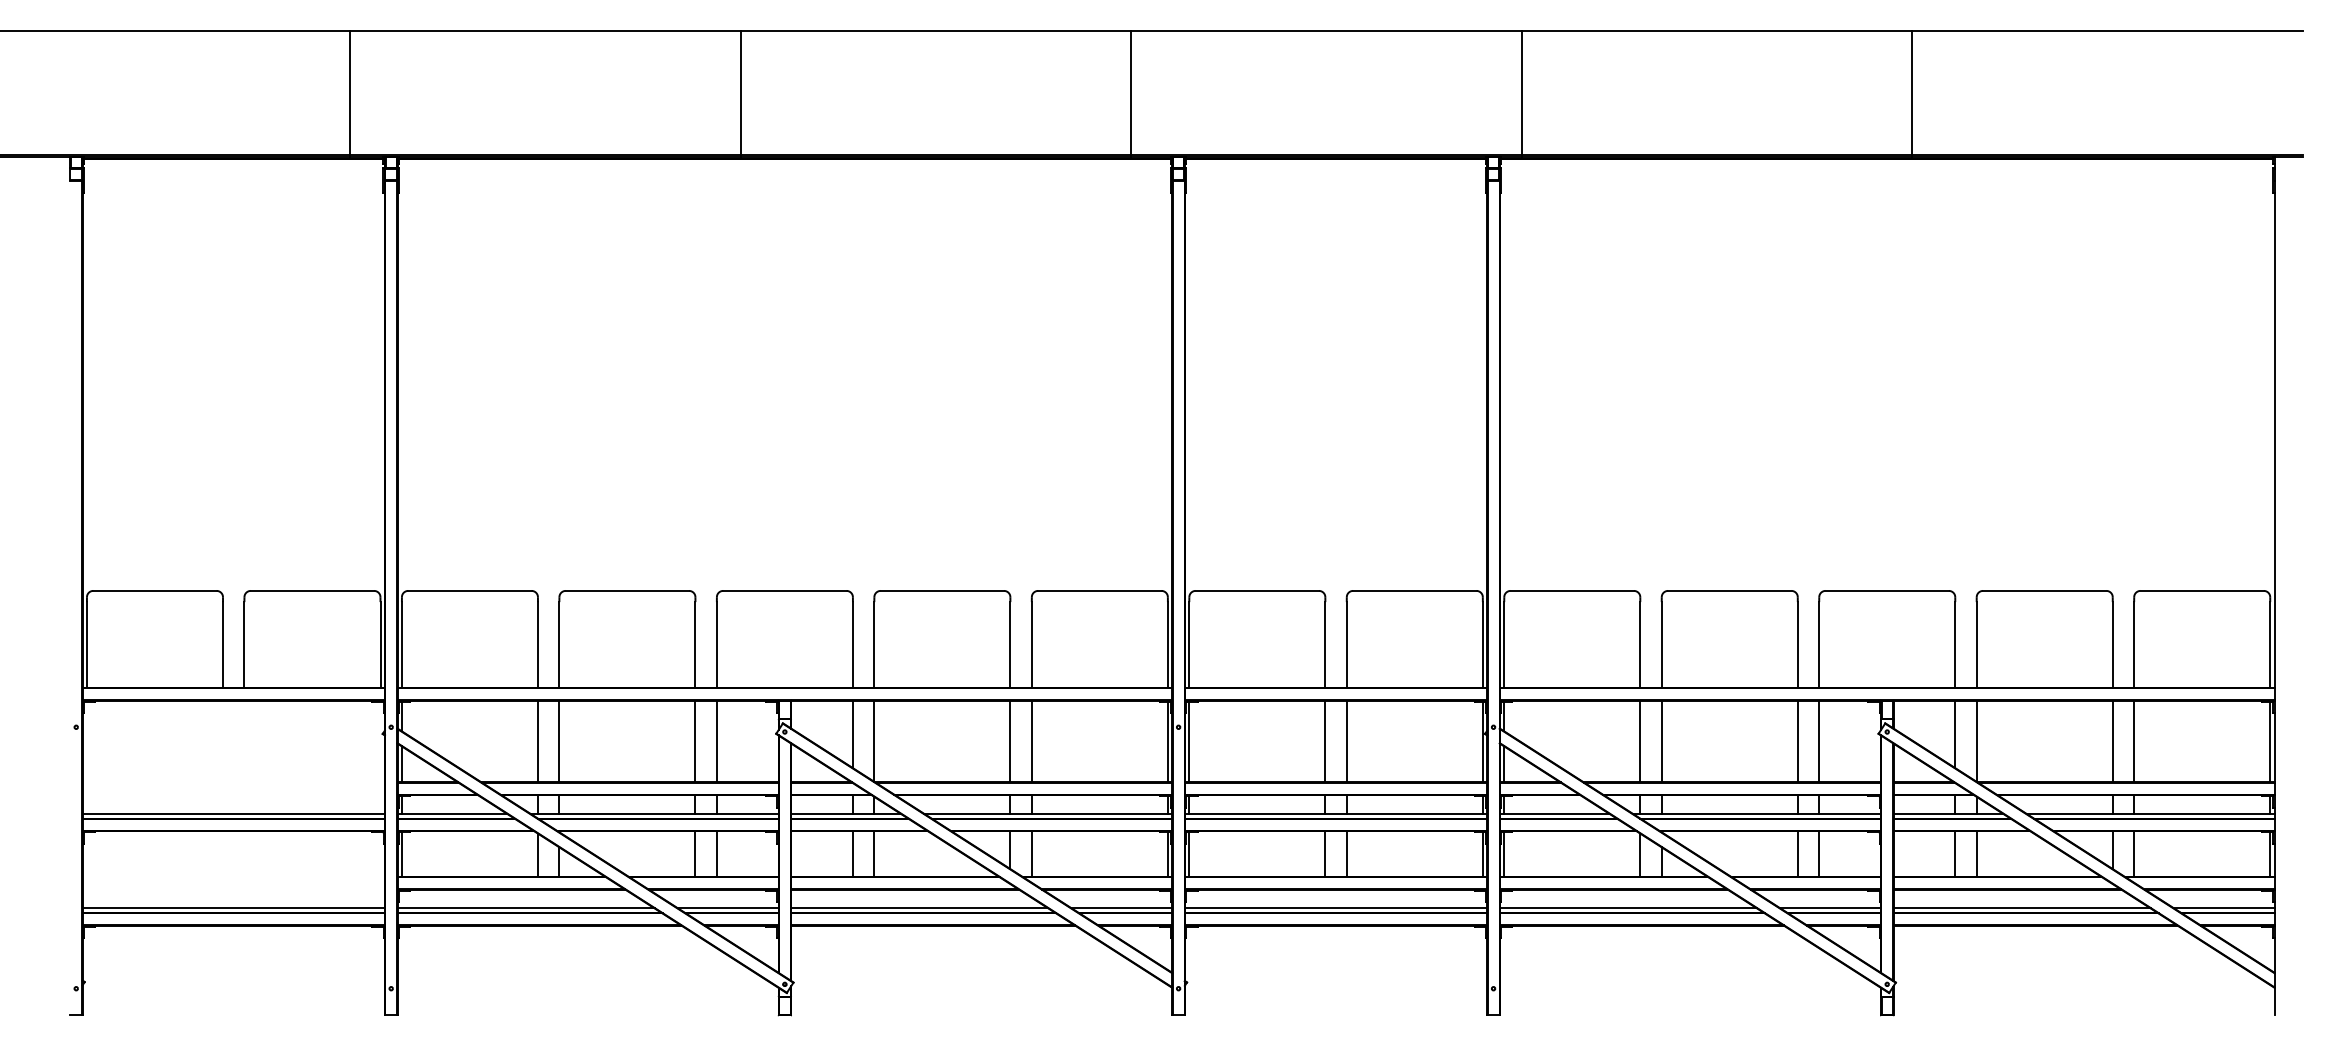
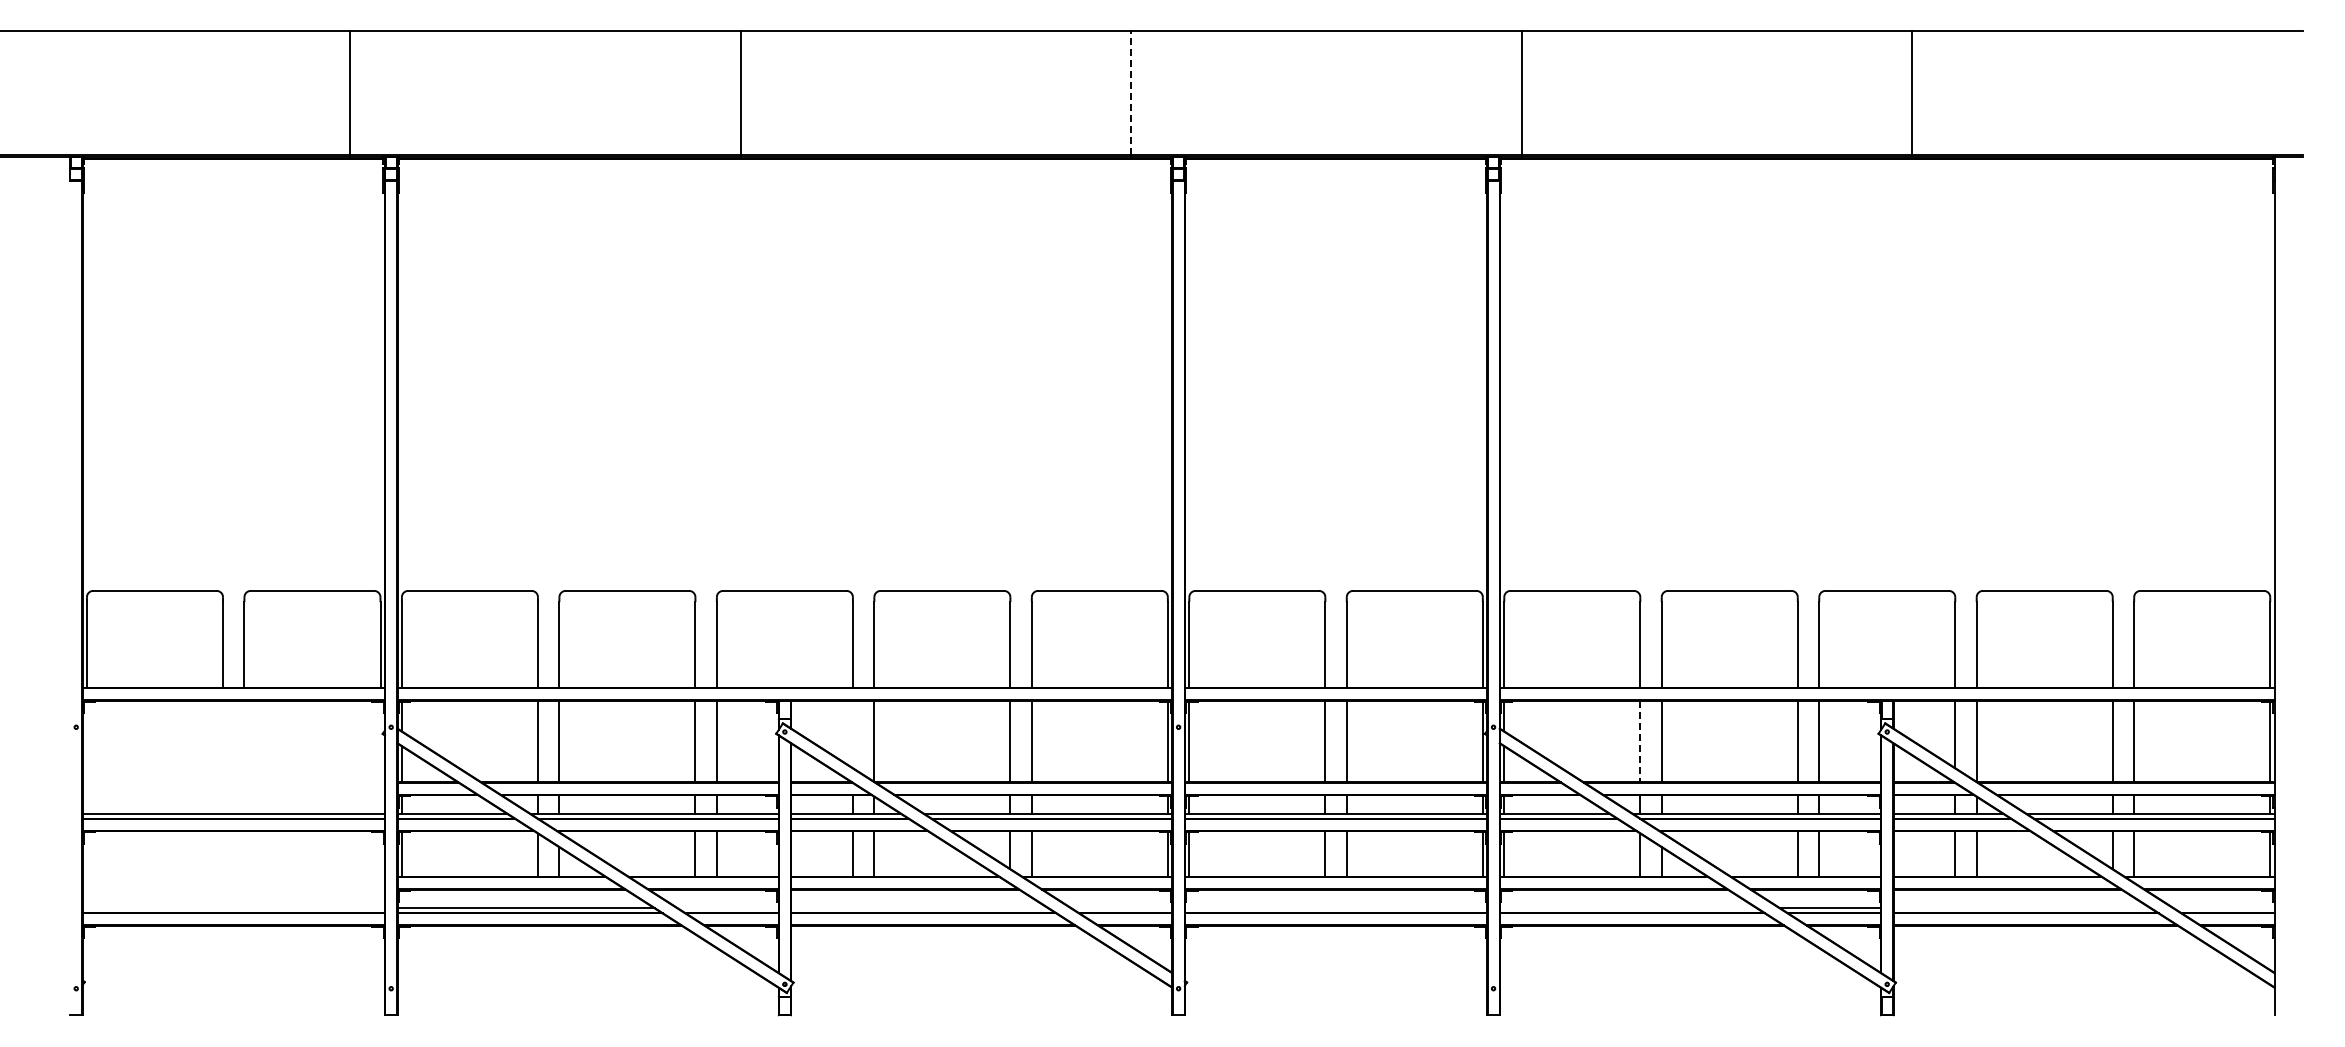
line at (1131, 93): solid -> dashed
line at (852, 734): present -> none
line at (1640, 741): solid -> dashed
line at (233, 908): present -> none
line at (728, 908): present -> none
line at (919, 908): present -> none
line at (1121, 908): present -> none
line at (1335, 908): present -> none
line at (1628, 908): present -> none
line at (2021, 908): present -> none
line at (2224, 908): present -> none
